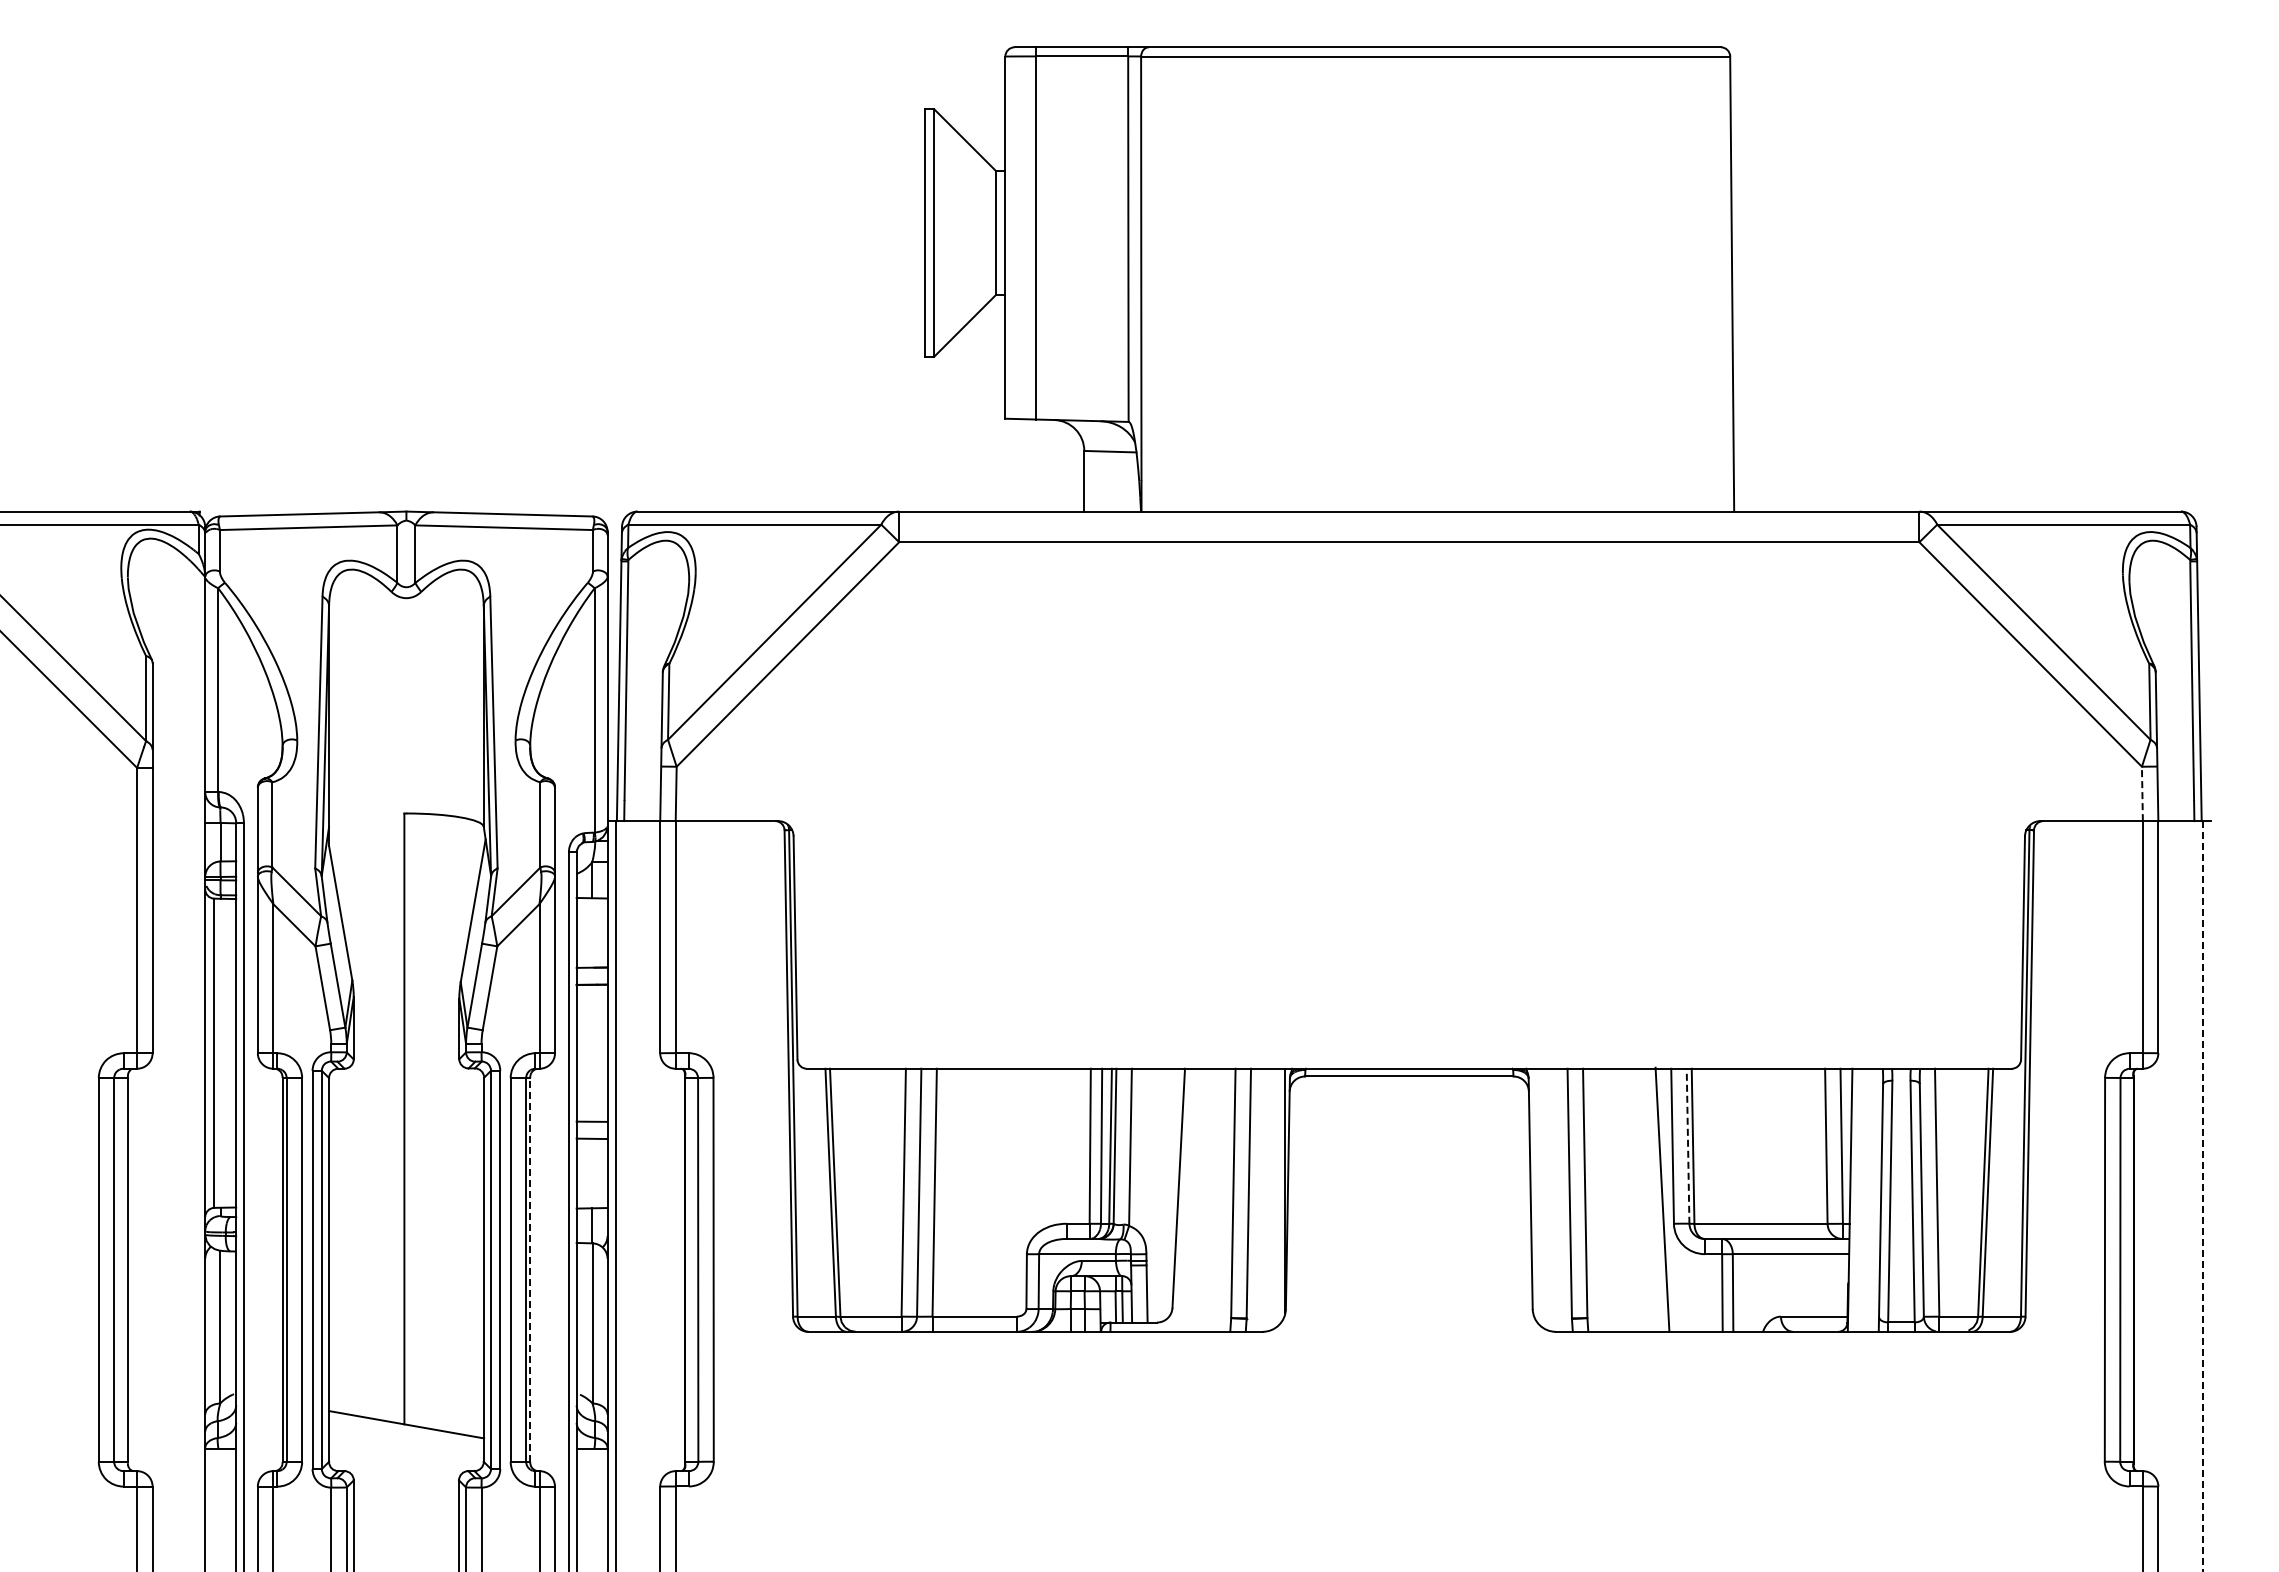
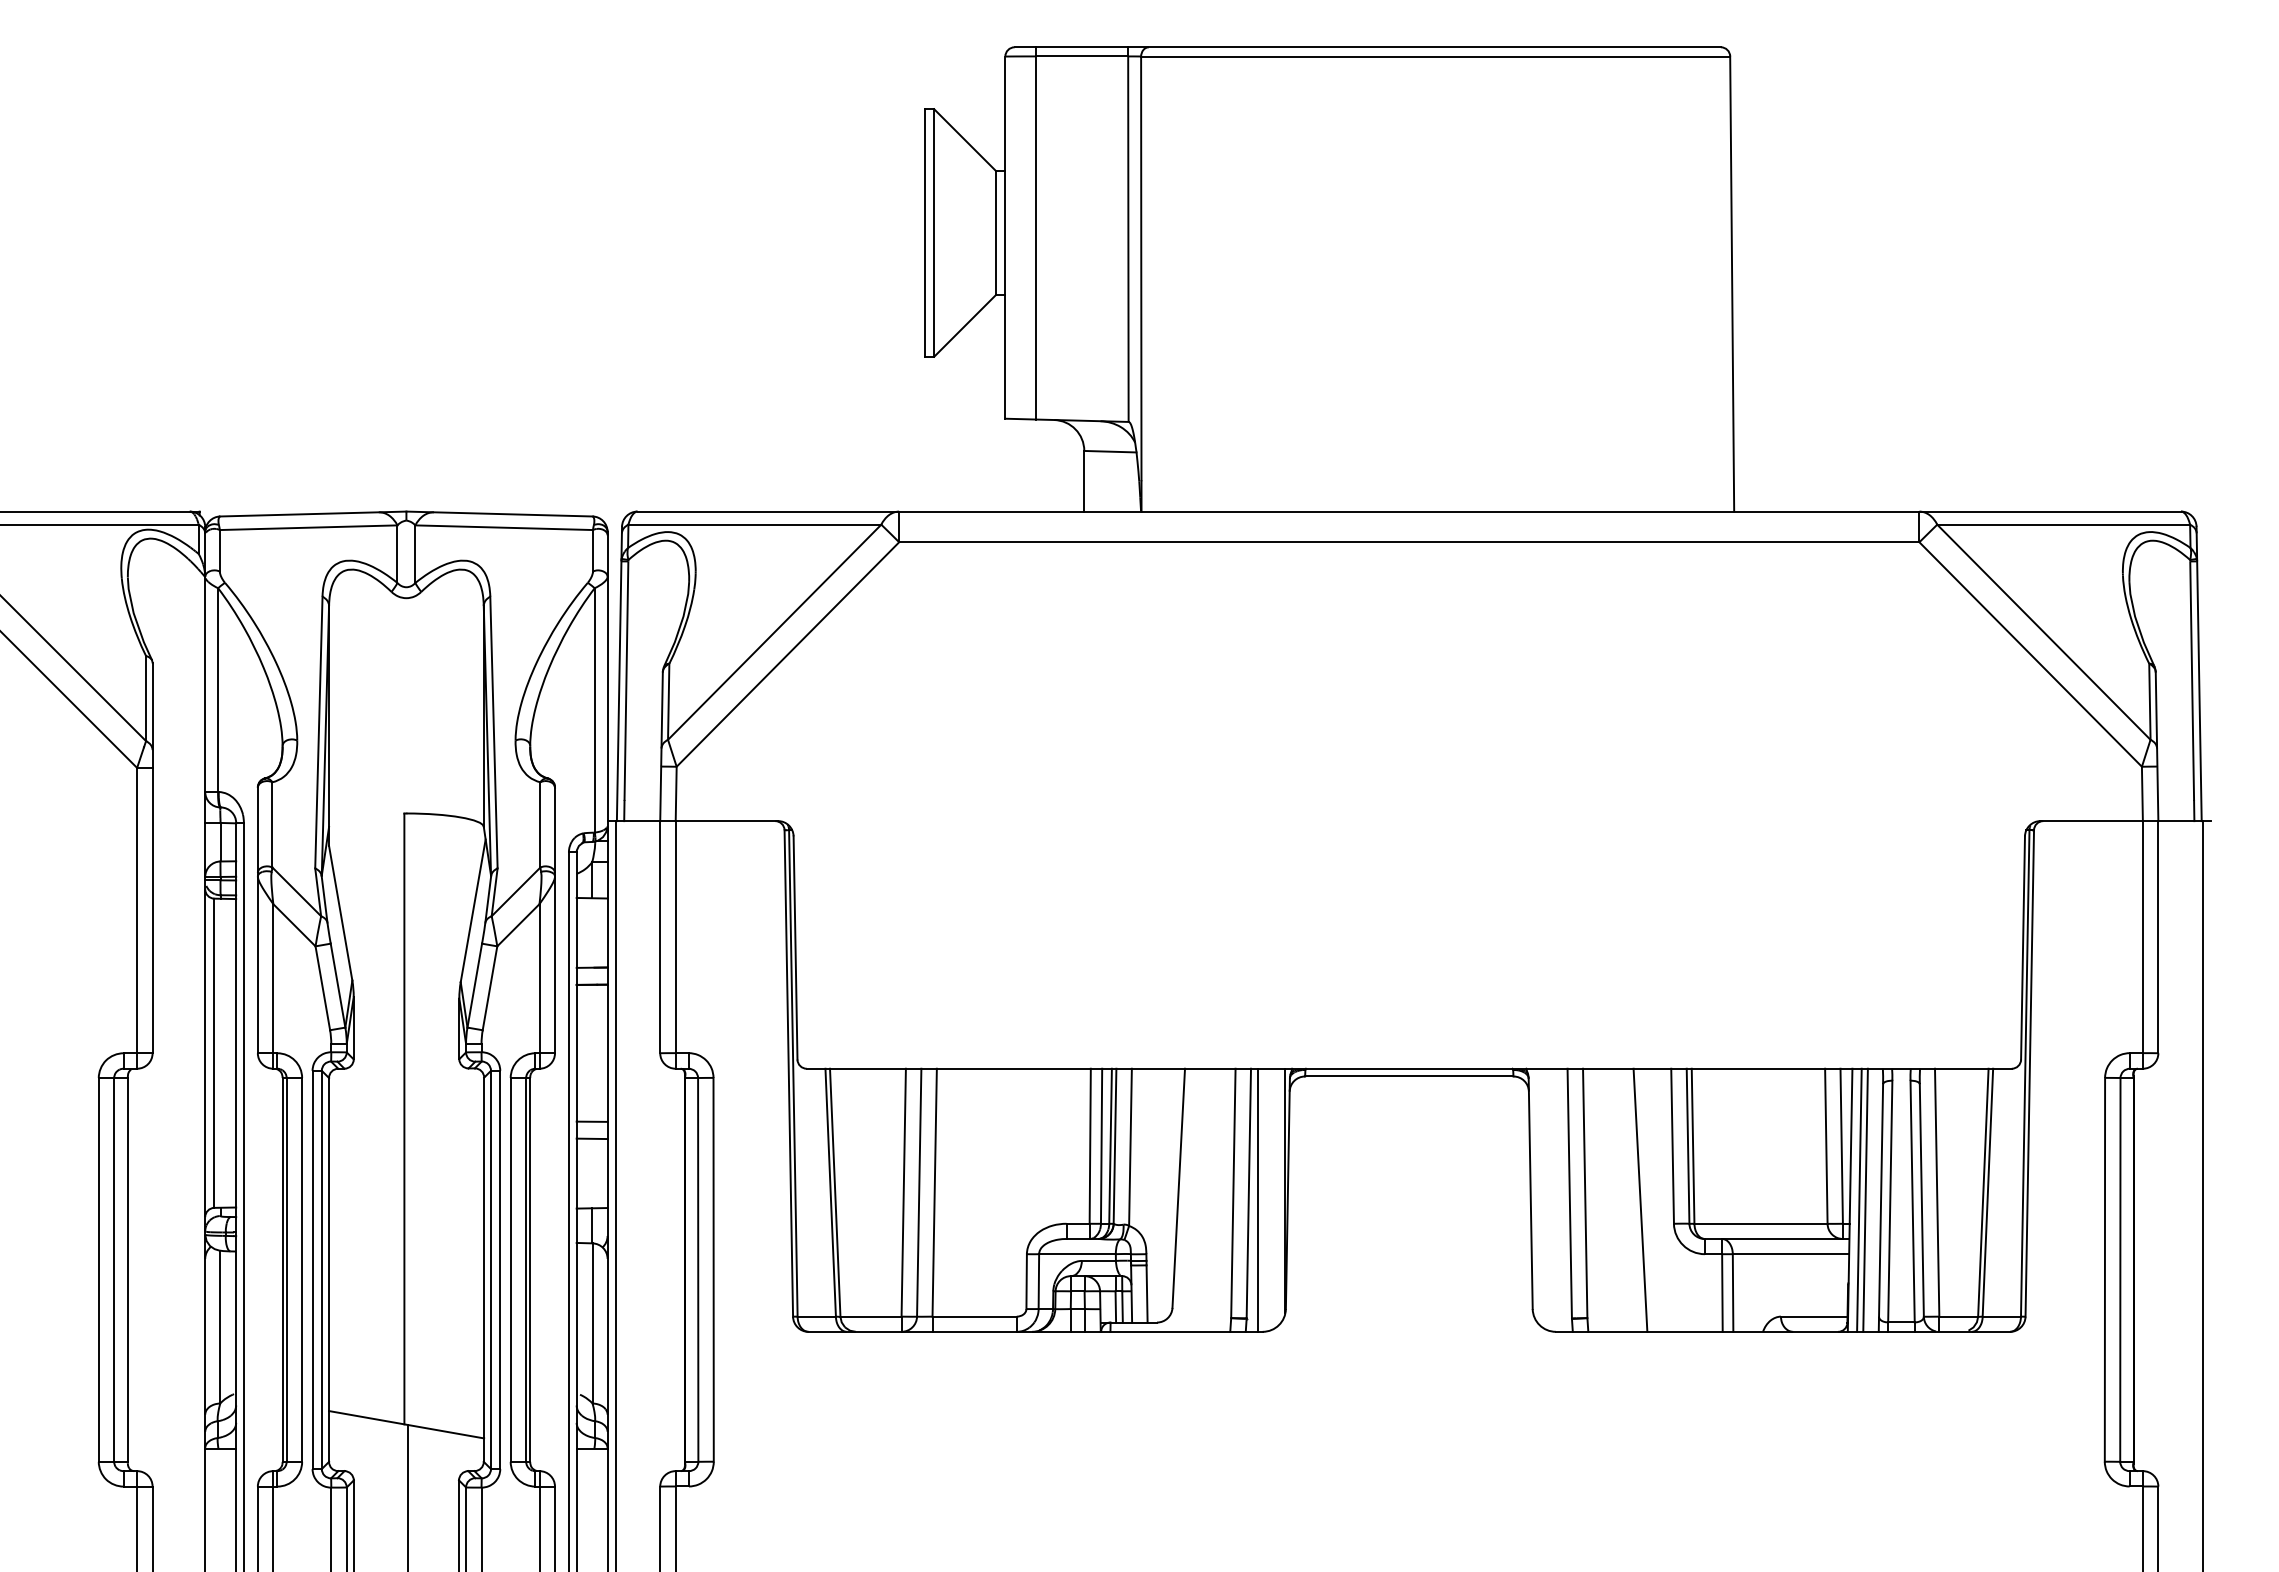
line at (2142, 793): dashed -> solid
line at (1688, 1146): dashed -> solid
line at (2202, 1197): dashed -> solid
line at (1662, 1198) position: (1662, 1198) -> (1640, 1199)
line at (1258, 1199): none -> present
line at (1859, 1199): none -> present
line at (1865, 1199): none -> present
line at (530, 1269): dashed -> solid
line at (408, 1496): none -> present
